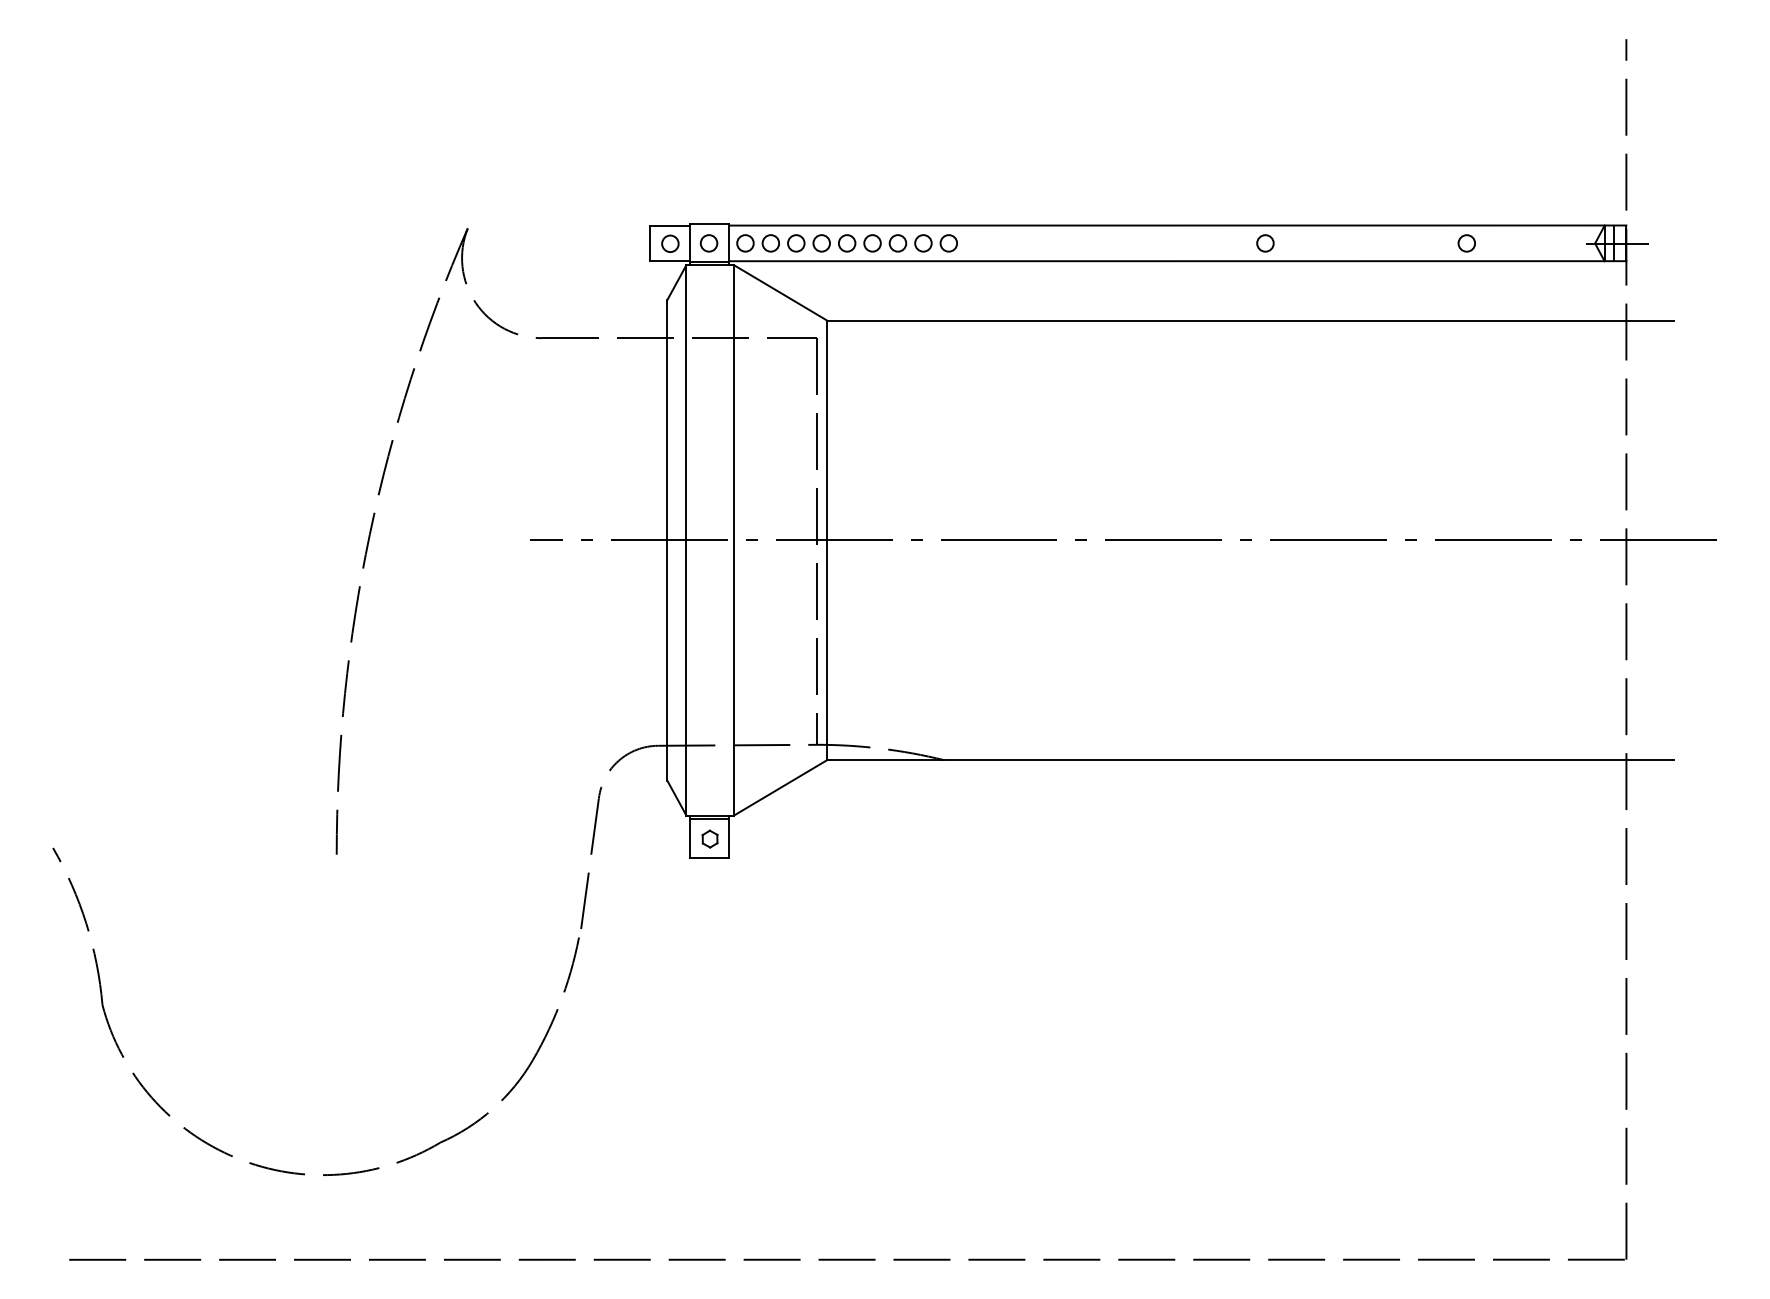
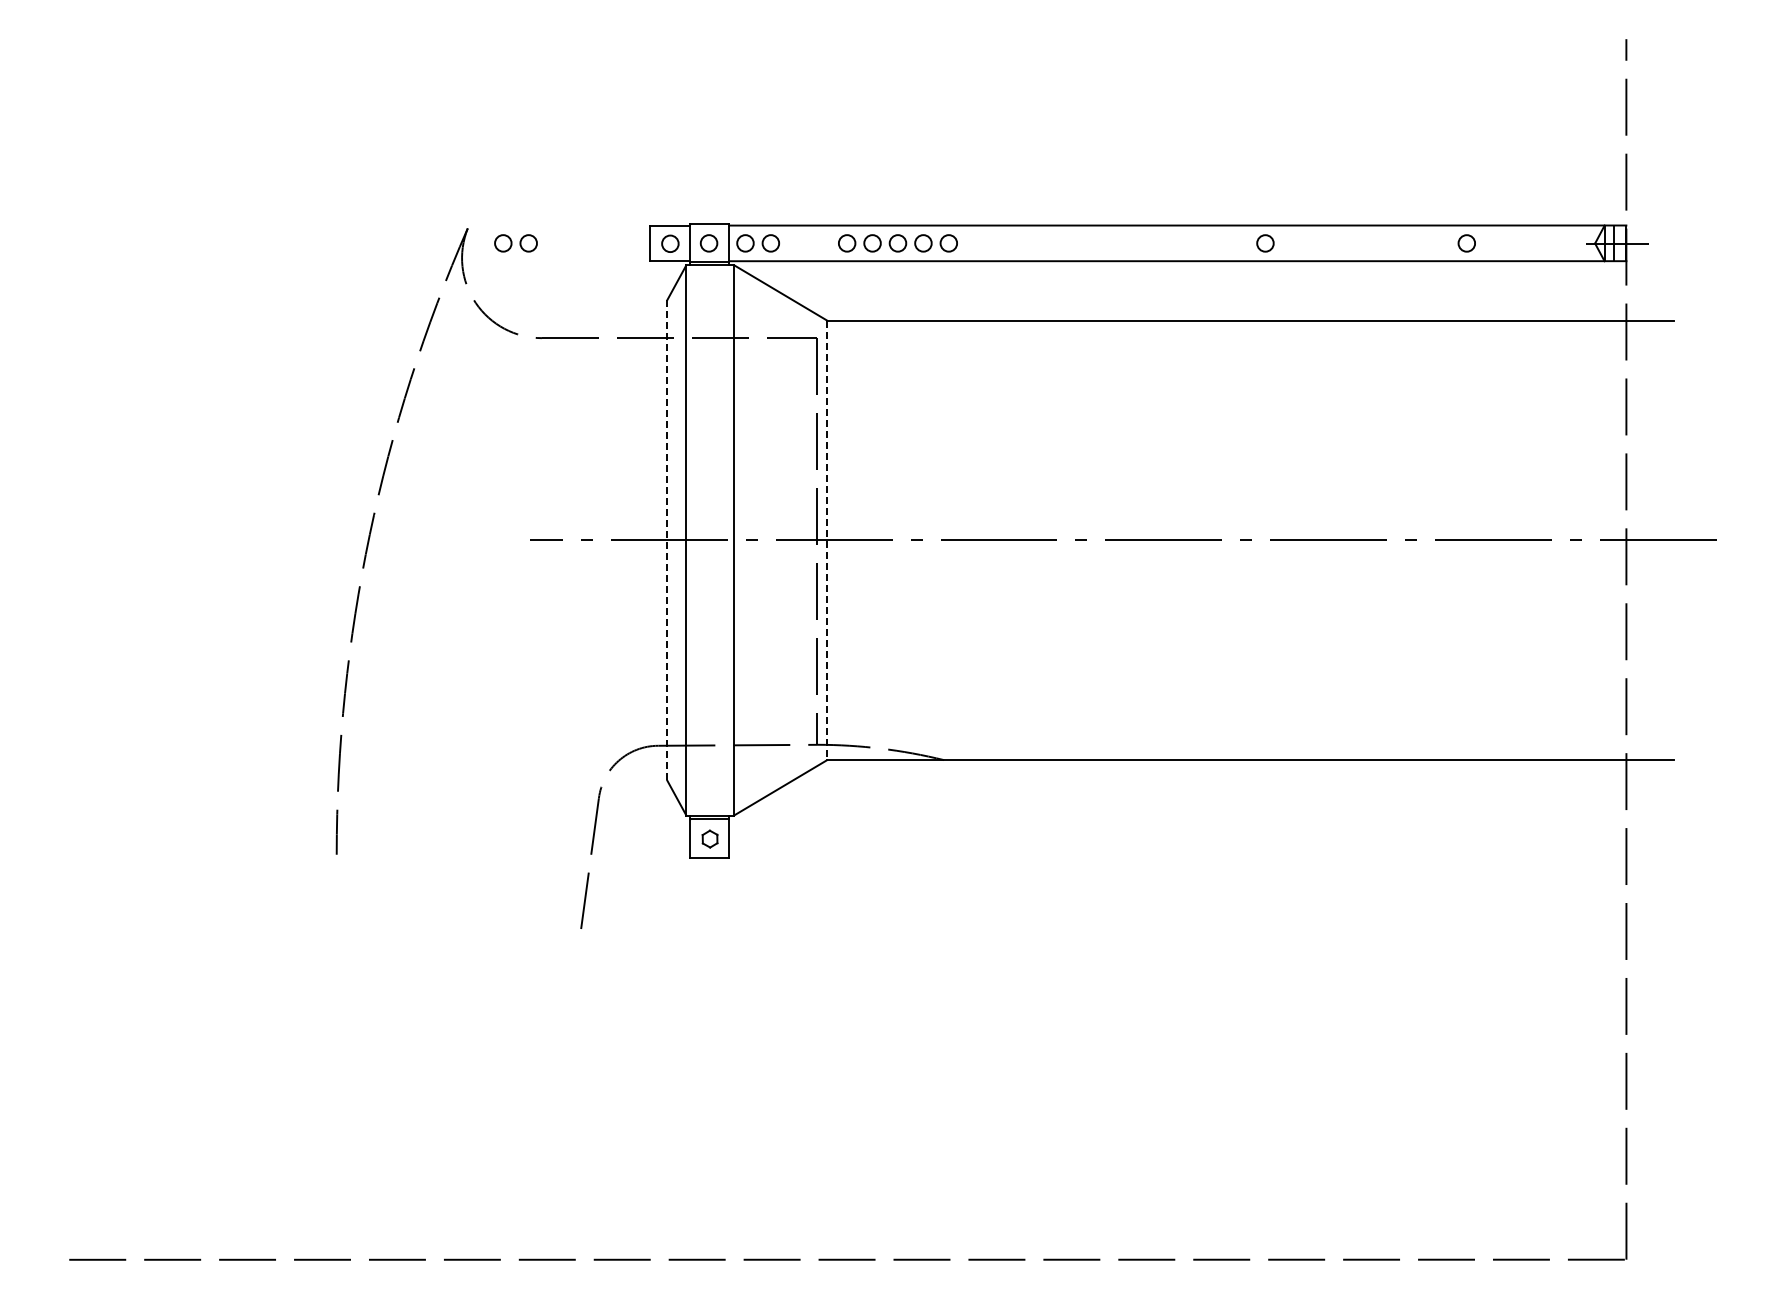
part at (808, 243) position: (808, 243) -> (515, 243)
line at (667, 540): solid -> dashed
line at (827, 540): solid -> dashed
part at (298, 1172): present -> none
